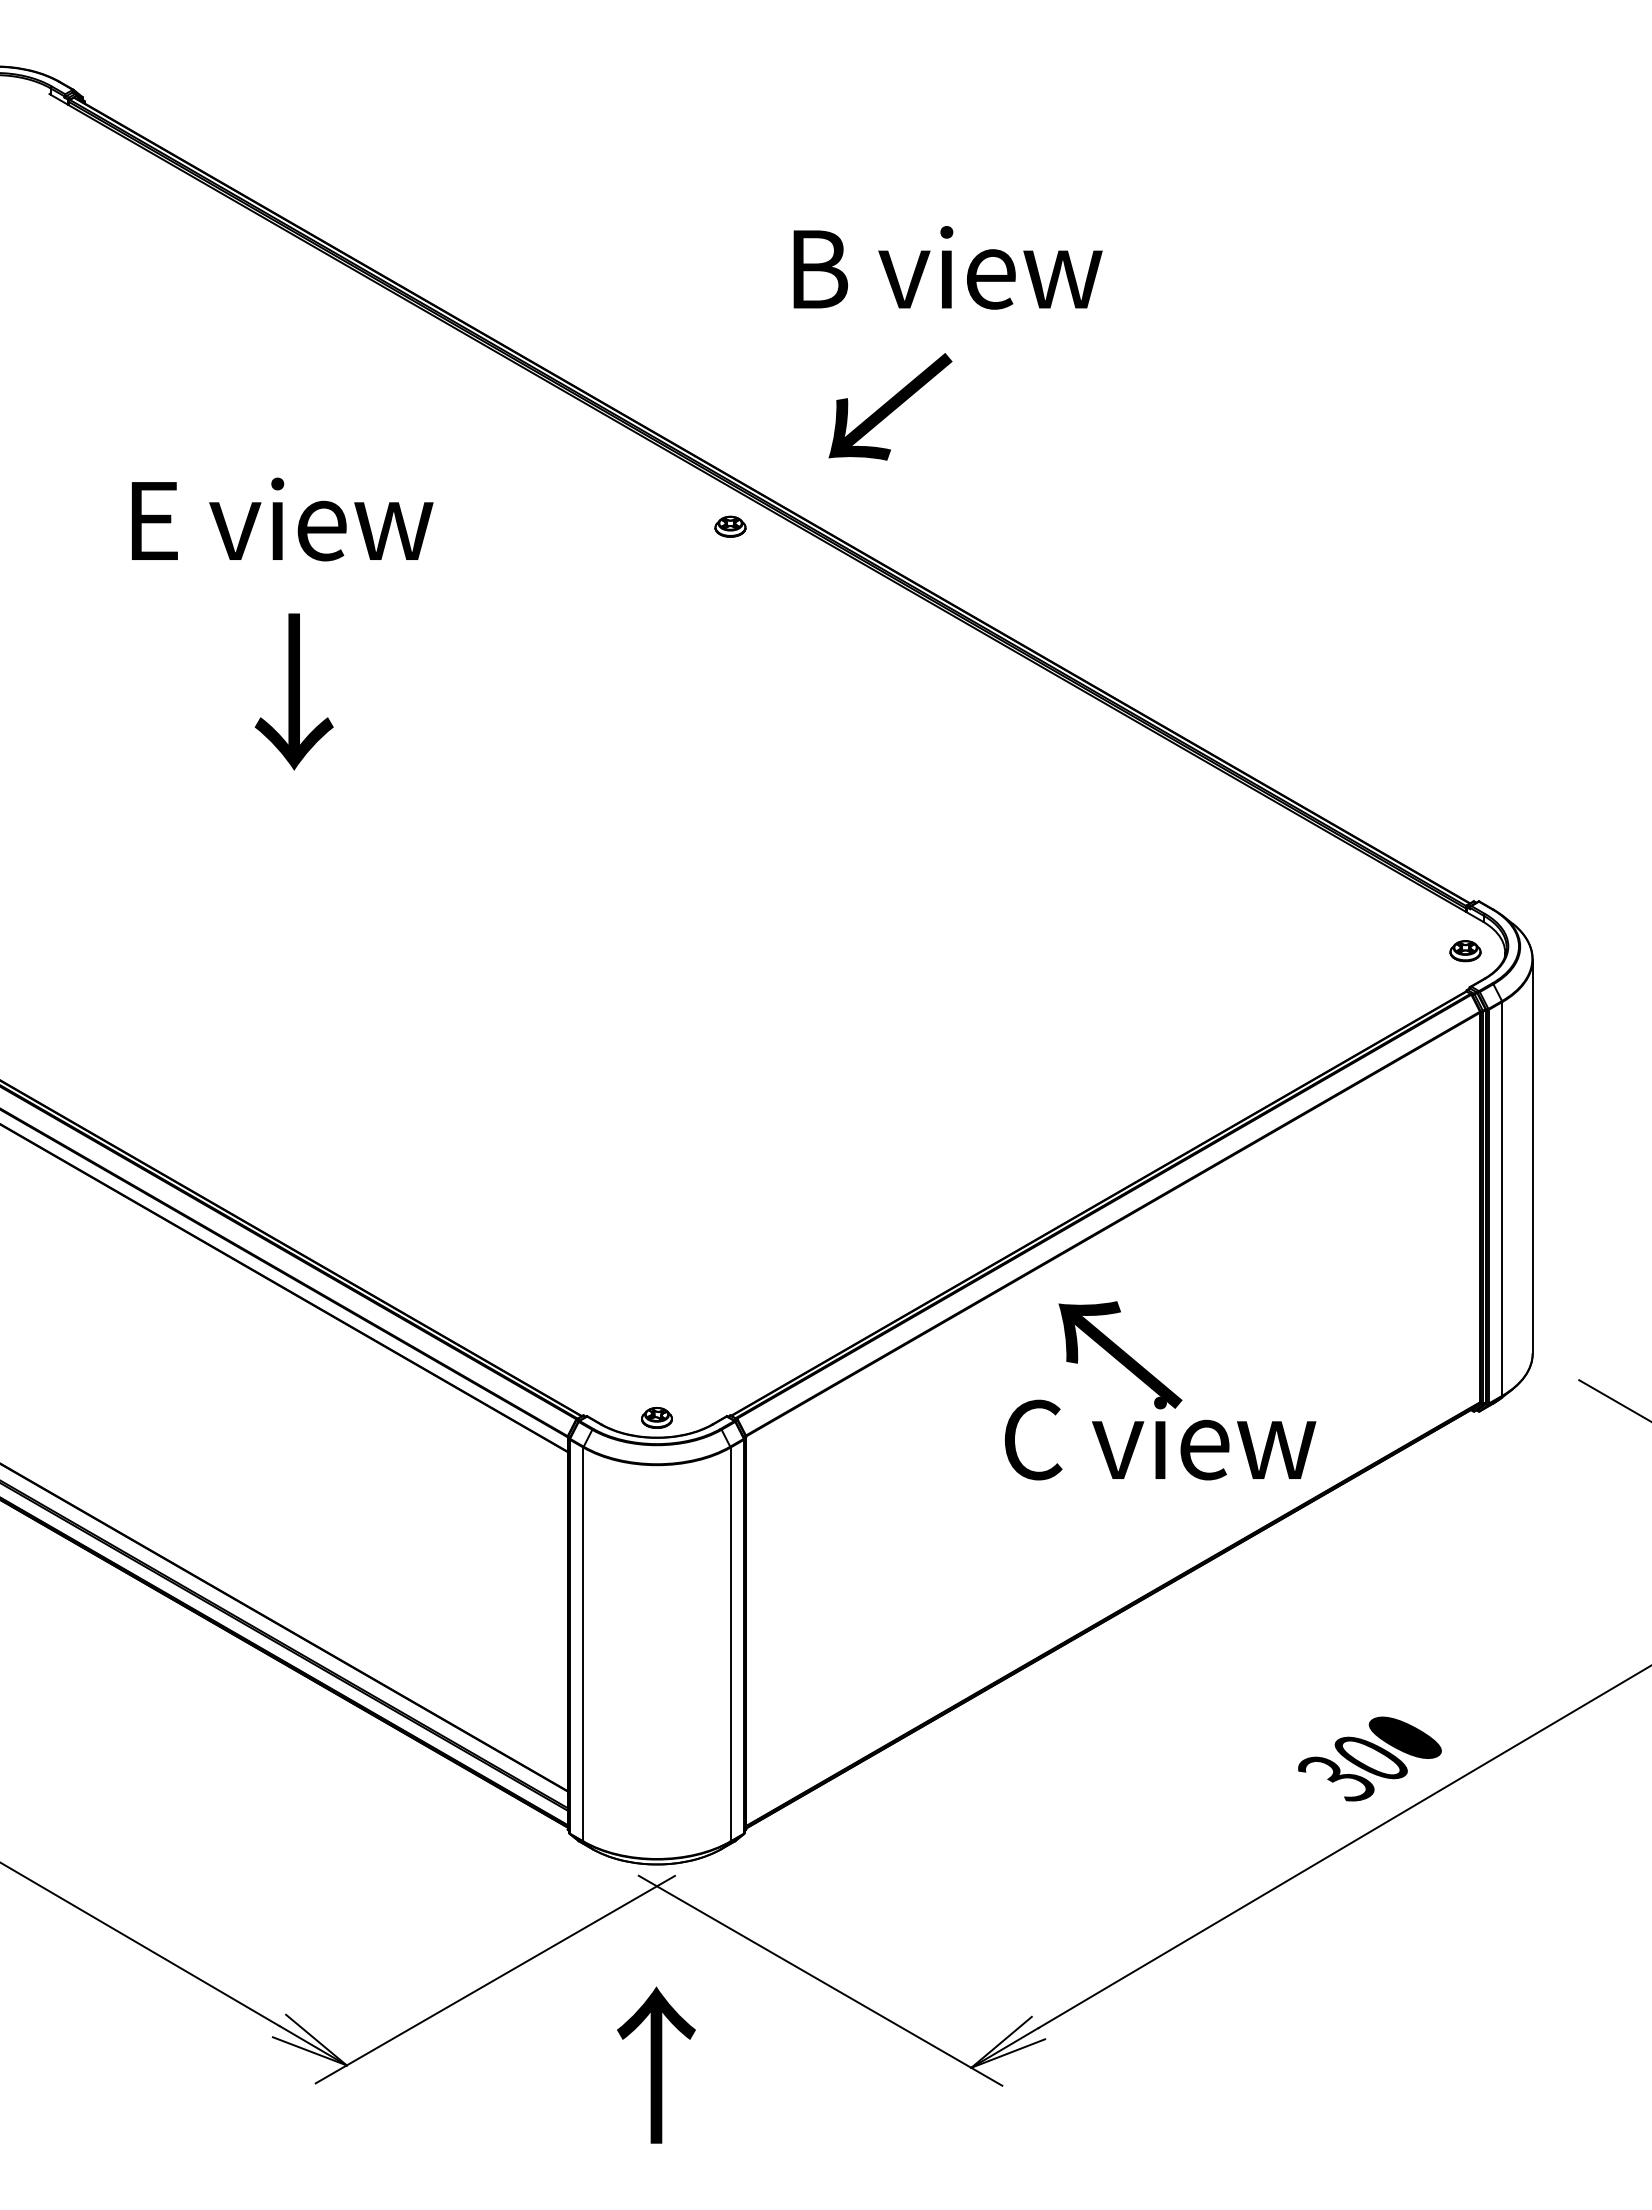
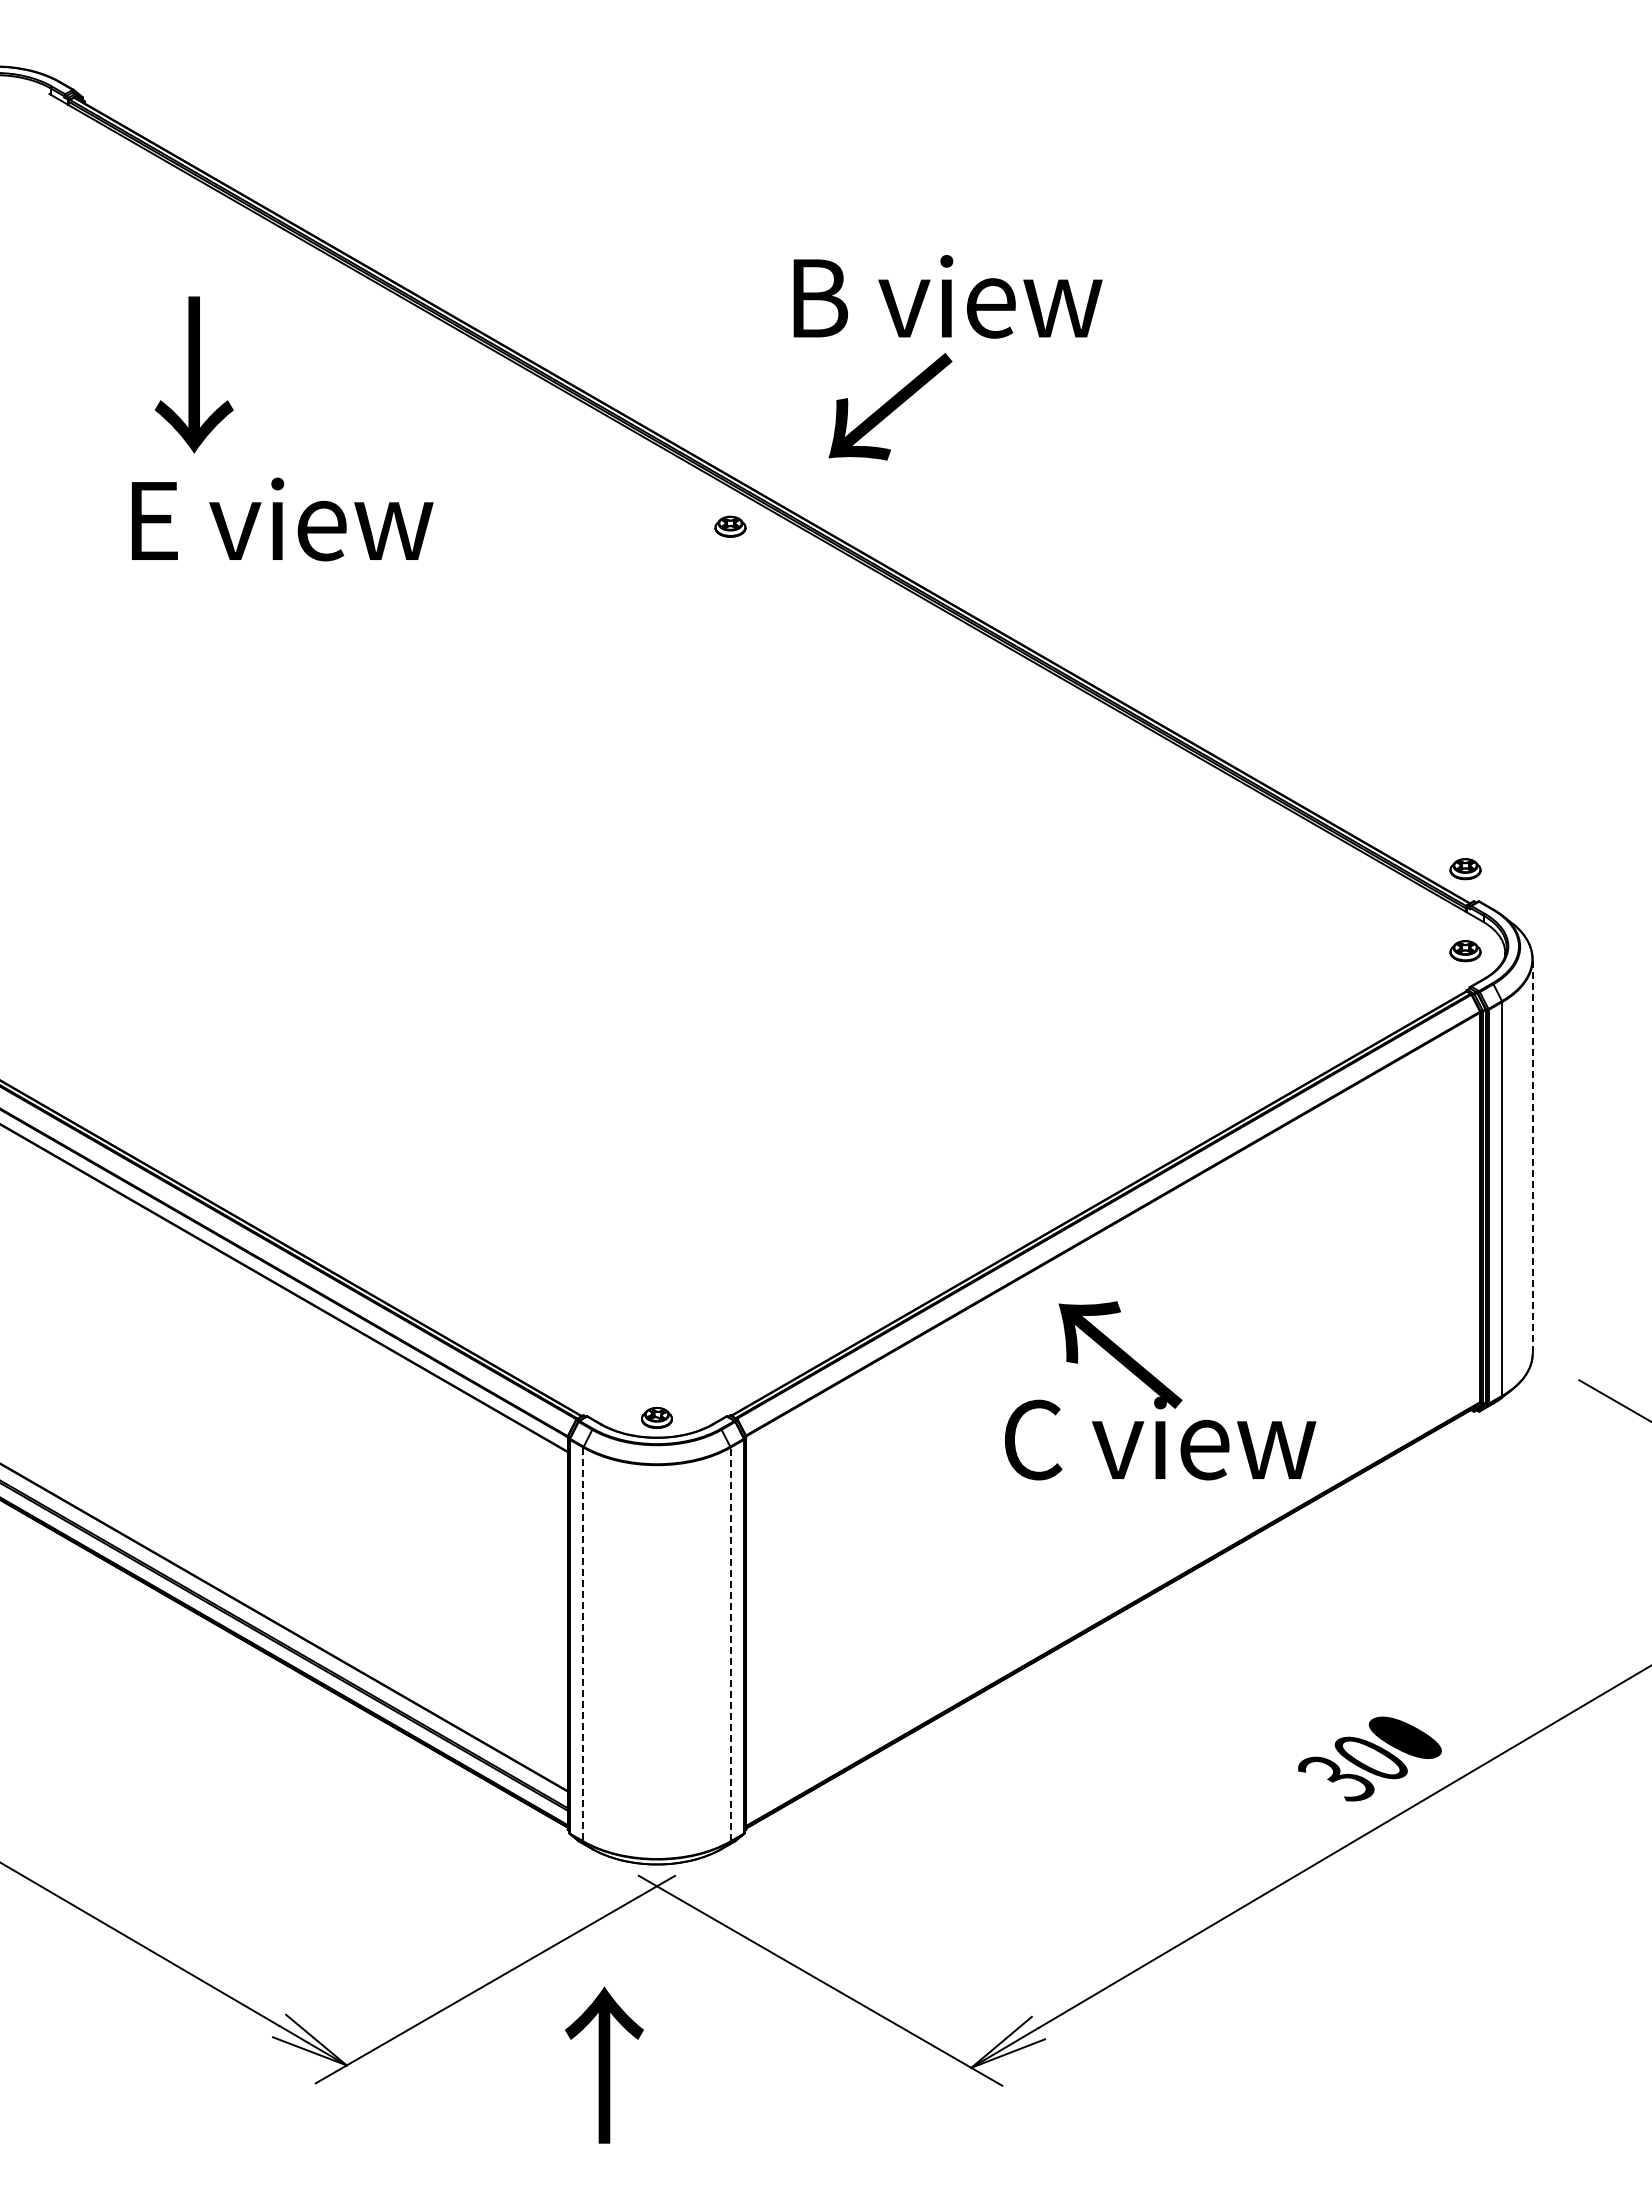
text at (947, 267) position: (947, 267) -> (947, 296)
text at (293, 691) position: (293, 691) -> (193, 374)
part at (1465, 869): none -> present
line at (1532, 1156): solid -> dashed
line at (583, 1644): solid -> dashed
line at (730, 1644): solid -> dashed
text at (656, 2064) position: (656, 2064) -> (604, 2064)
